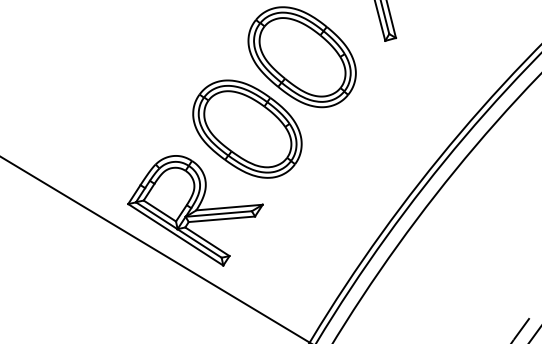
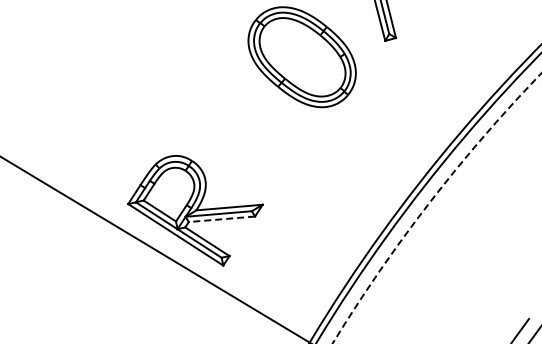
part at (247, 128): present -> none
arc at (428, 203): solid -> dashed
line at (221, 219): solid -> dashed
